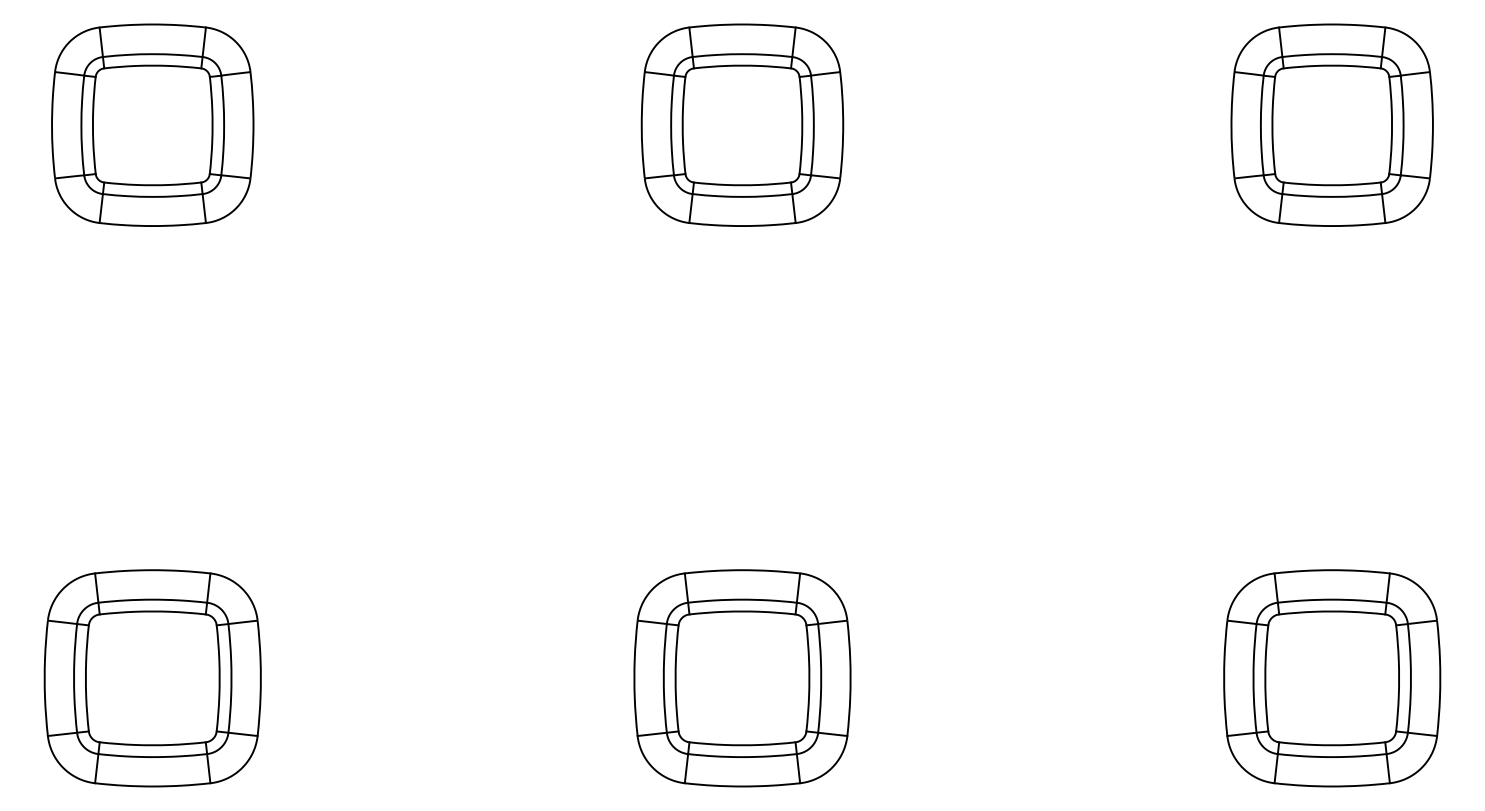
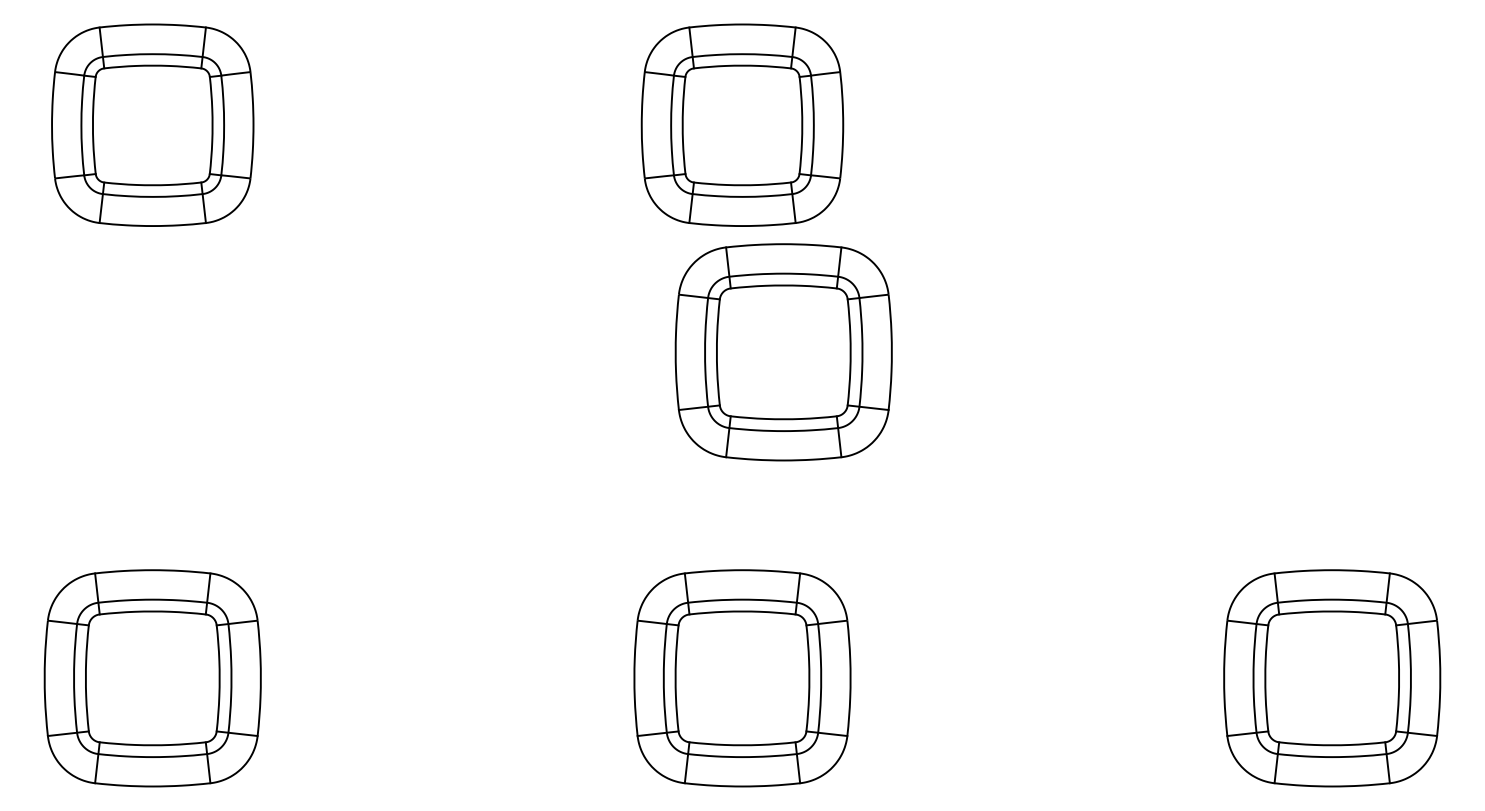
part at (1331, 124): present -> none
part at (783, 352): none -> present
